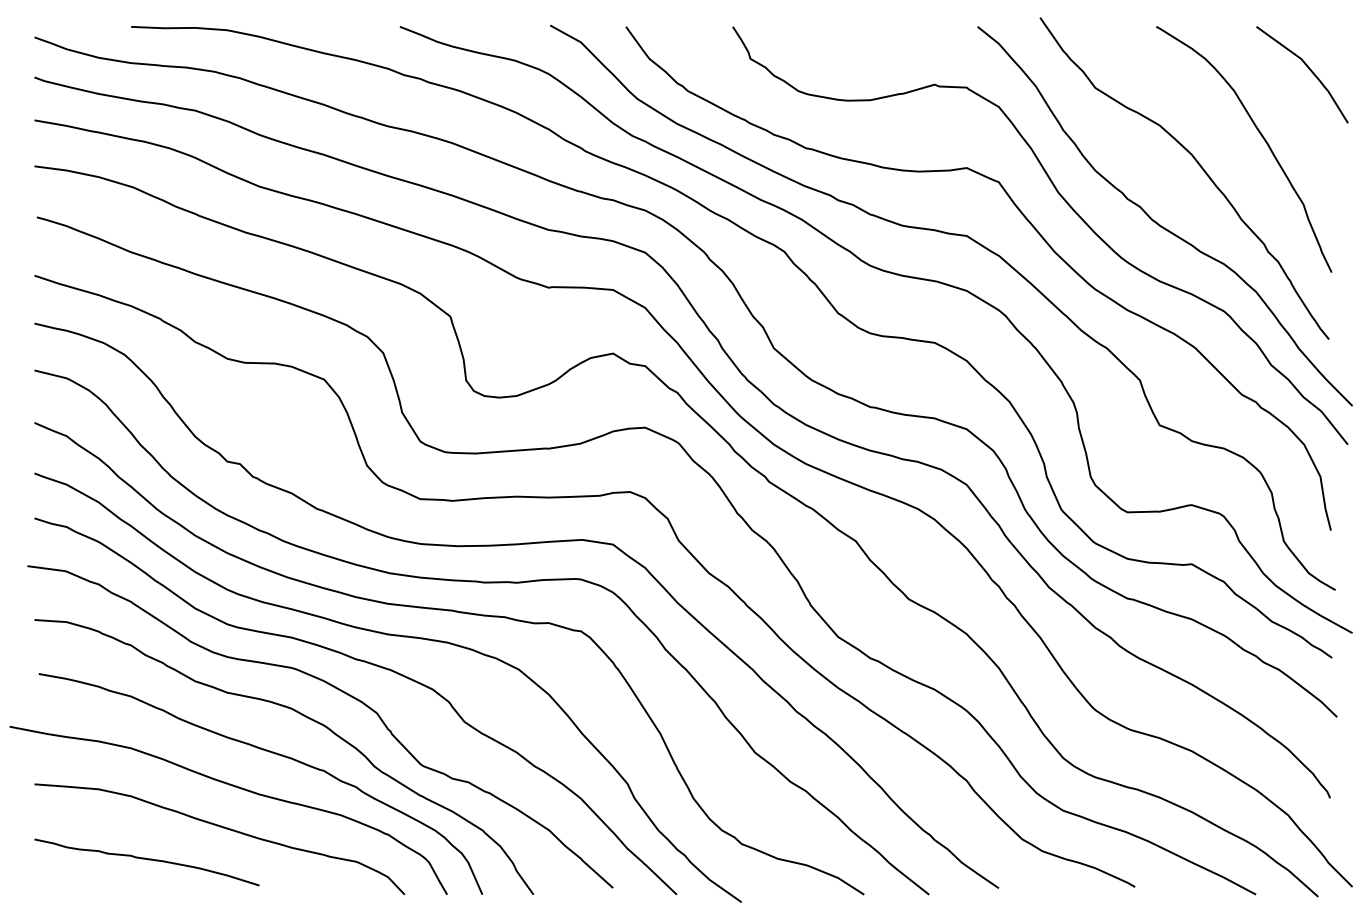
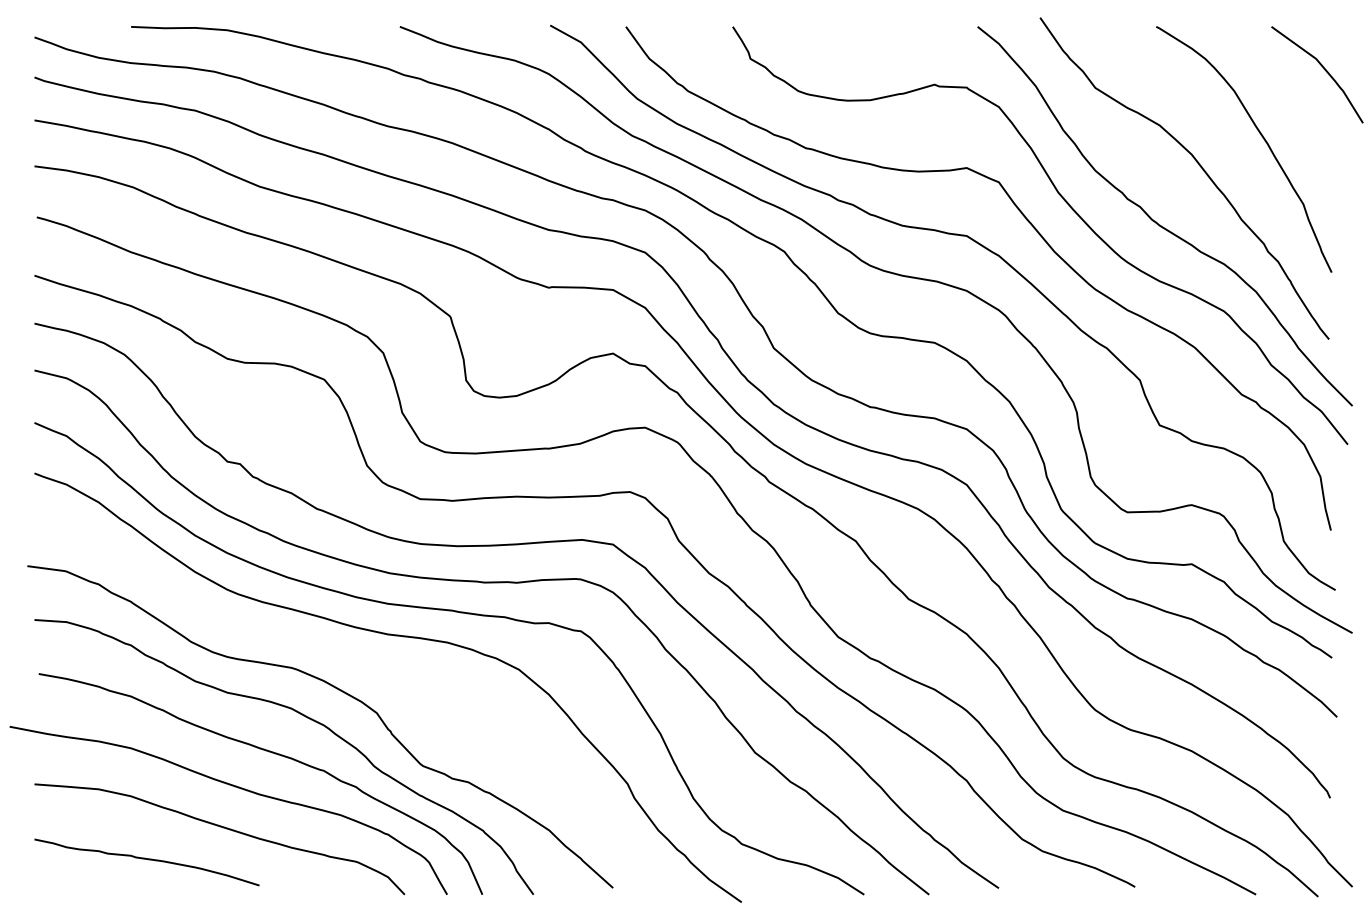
curve at (1308, 69) position: (1308, 69) -> (1323, 69)
curve at (370, 664): present -> none
